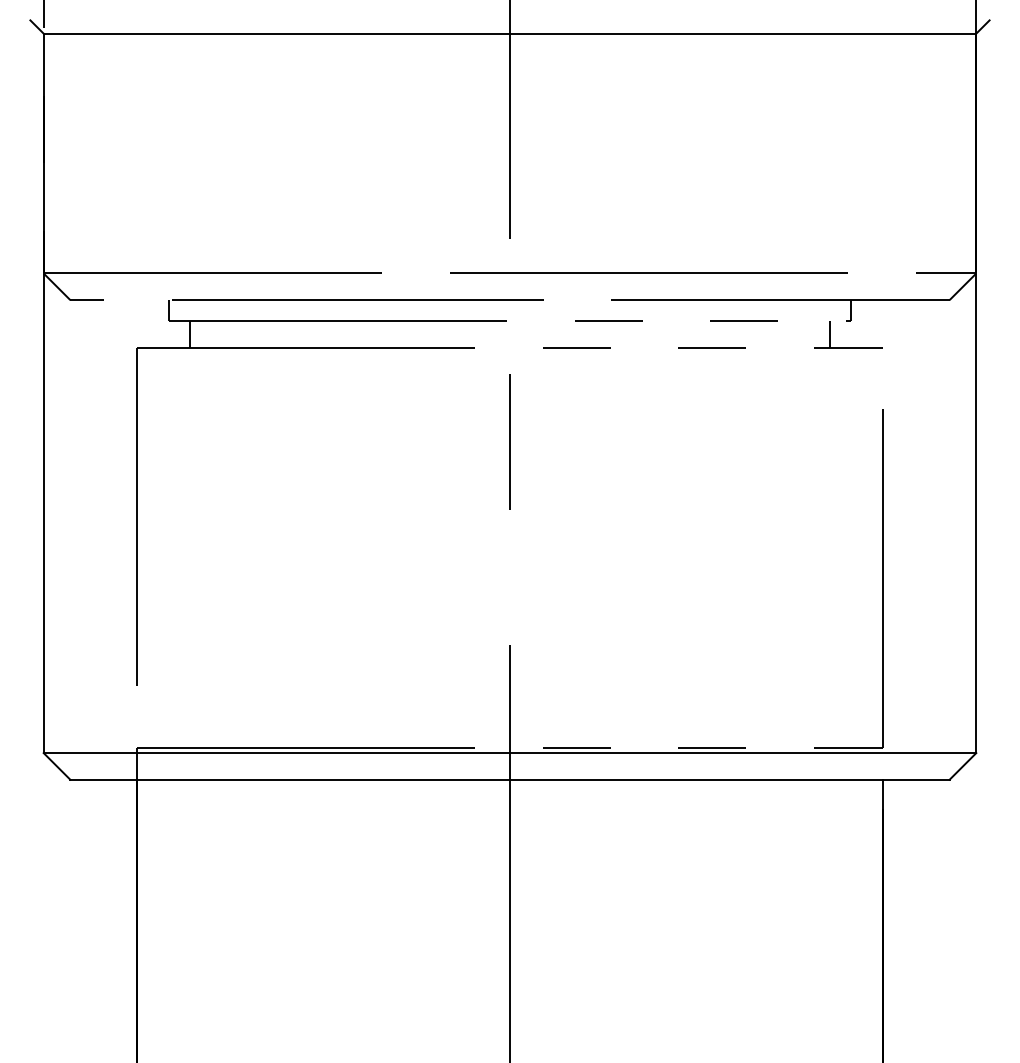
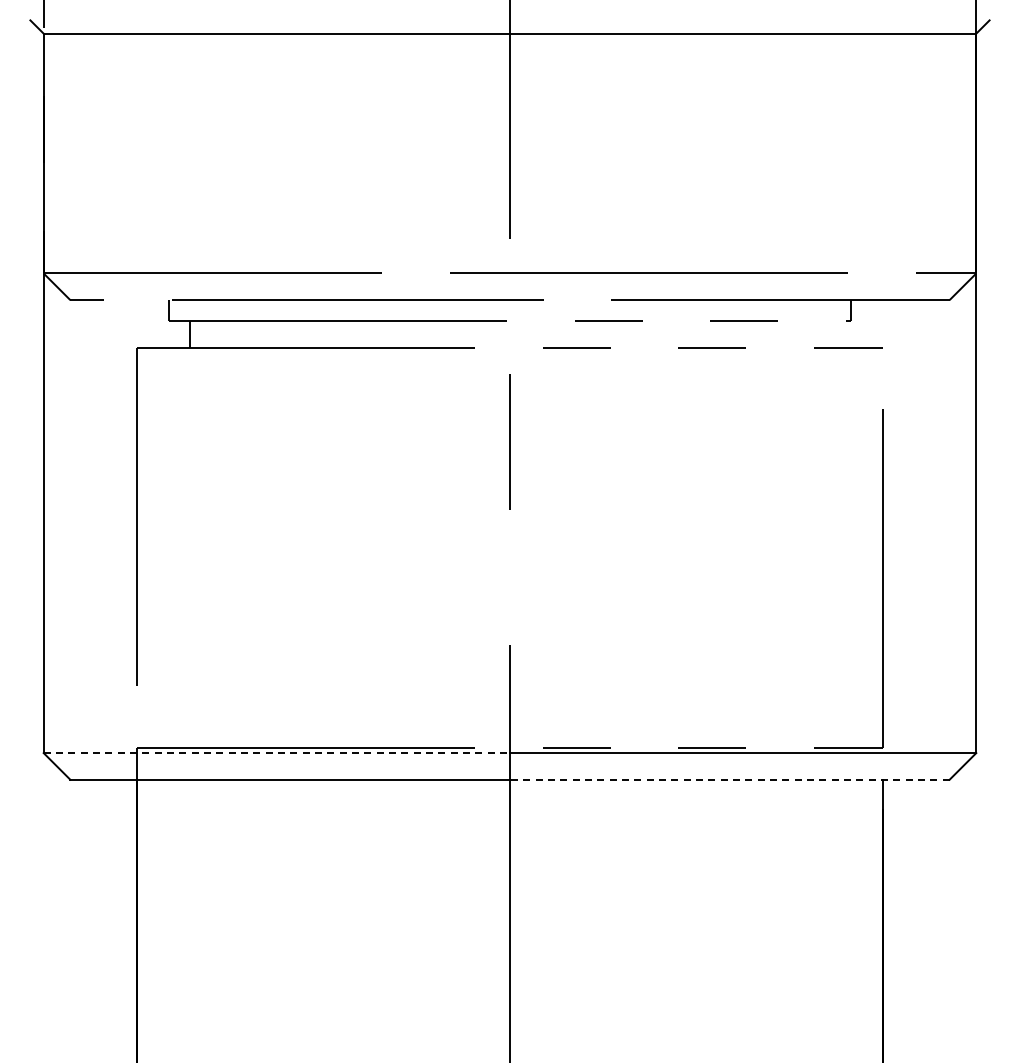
line at (829, 334): present -> none
line at (277, 753): solid -> dashed
line at (729, 779): solid -> dashed
